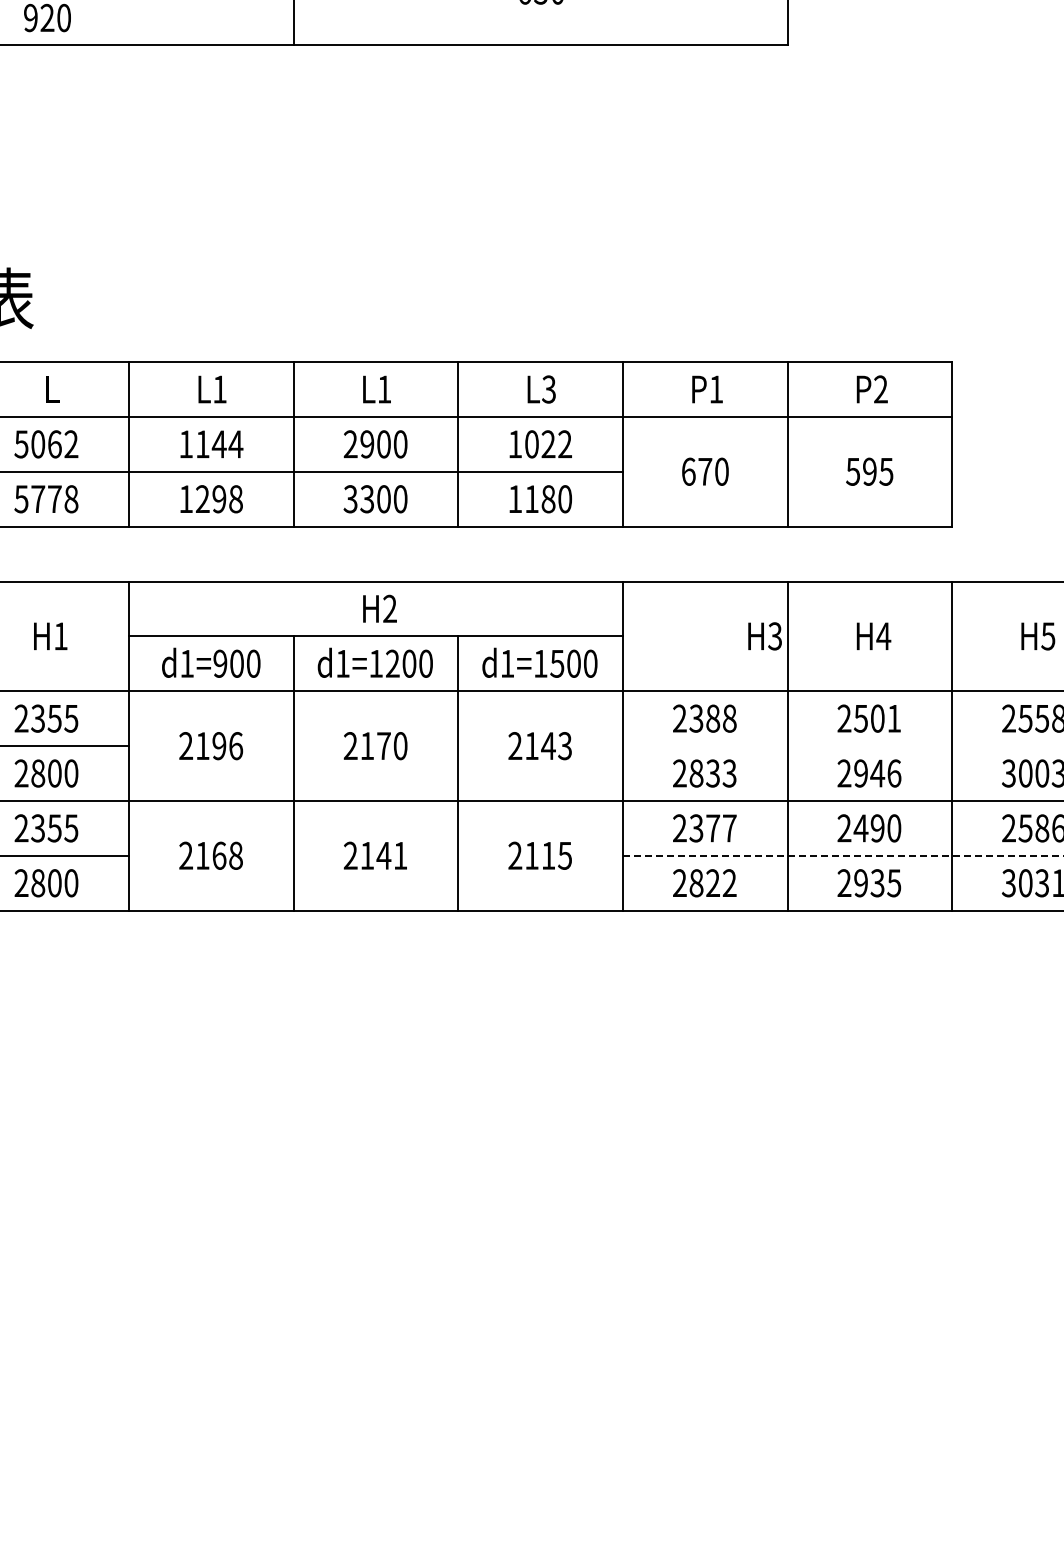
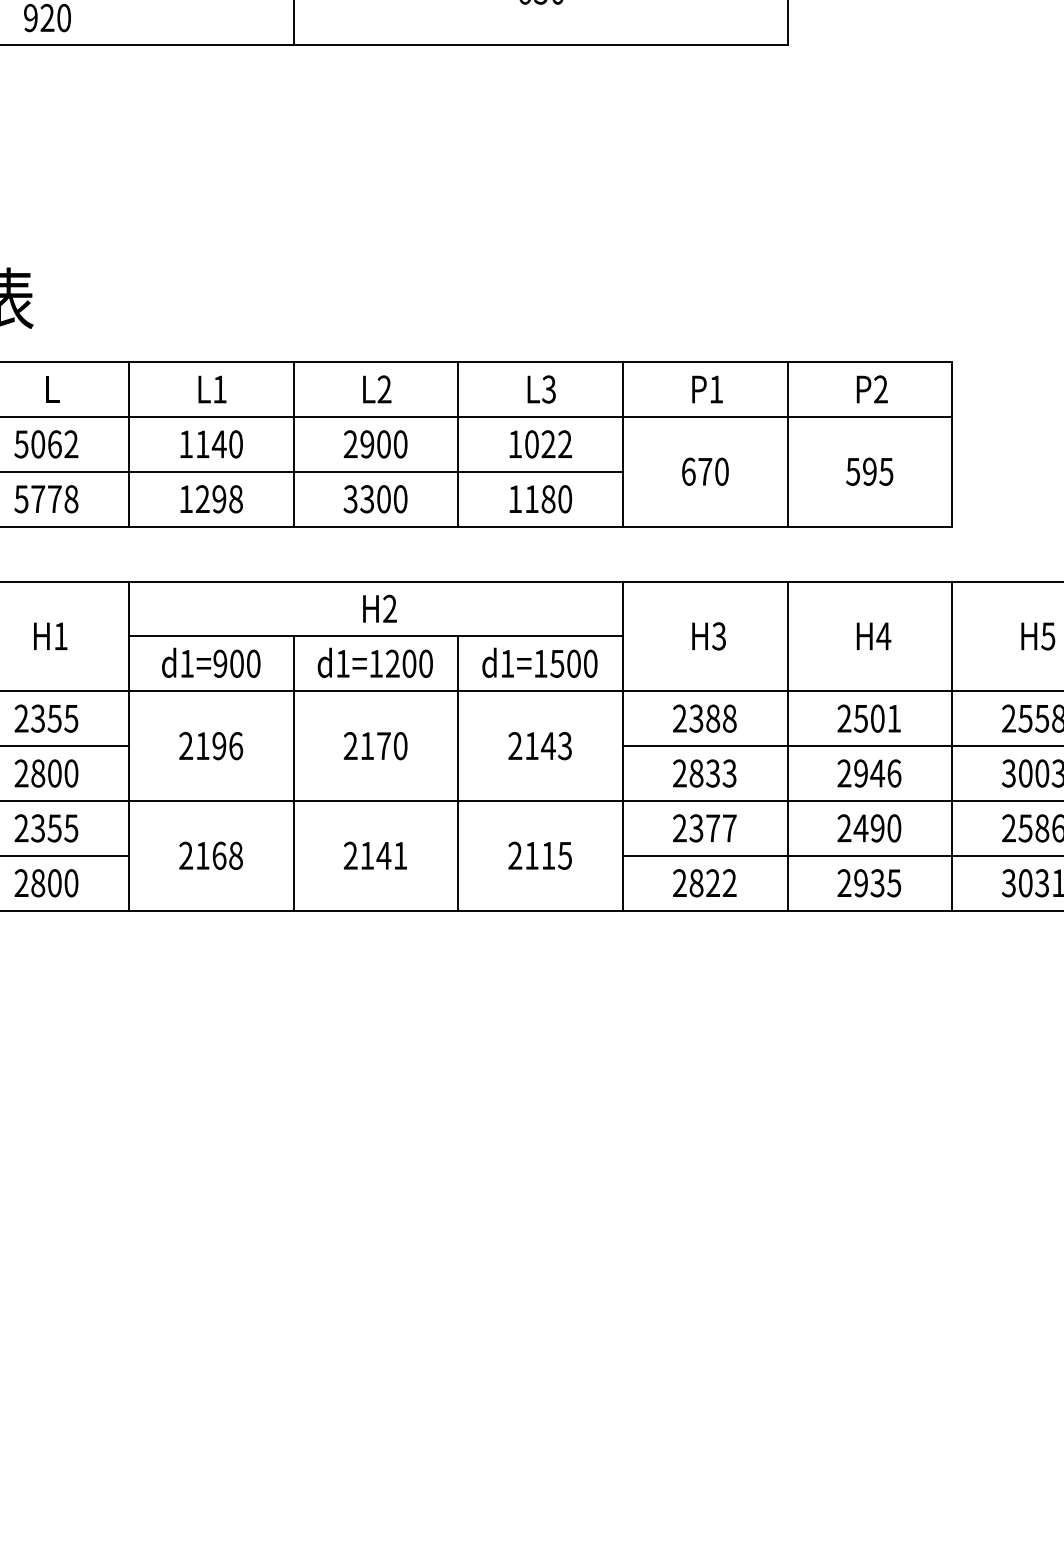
text at (384, 389): L1 -> L2
text at (235, 444): 1144 -> 1140
text at (764, 636) position: (764, 636) -> (708, 636)
line at (841, 746): none -> present
line at (843, 855): dashed -> solid
